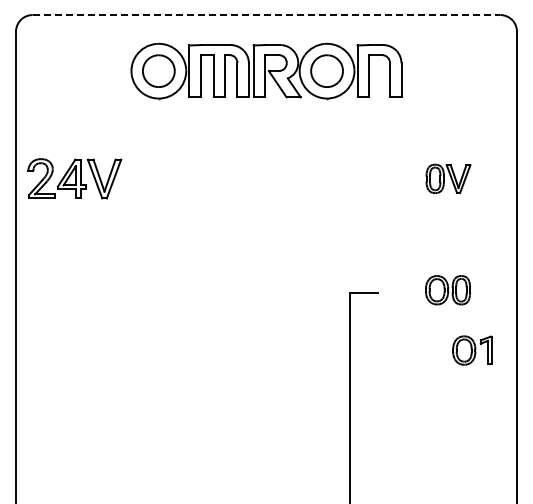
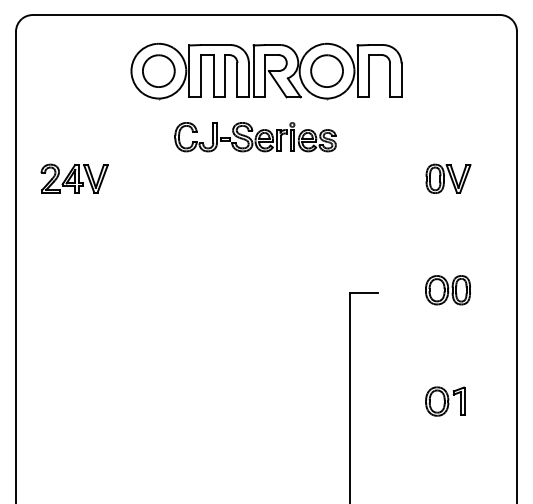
line at (266, 15): dashed -> solid
part at (255, 137): none -> present
part at (74, 178) size: 96x42 px -> 69x31 px
part at (472, 350) position: (472, 350) -> (445, 401)
